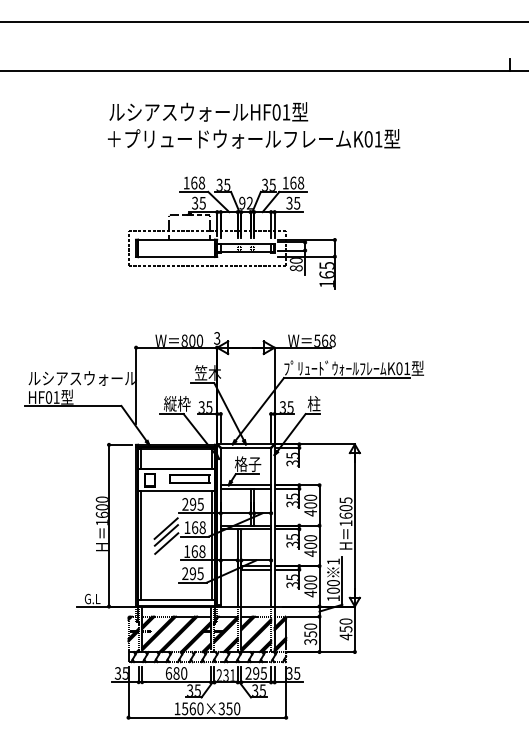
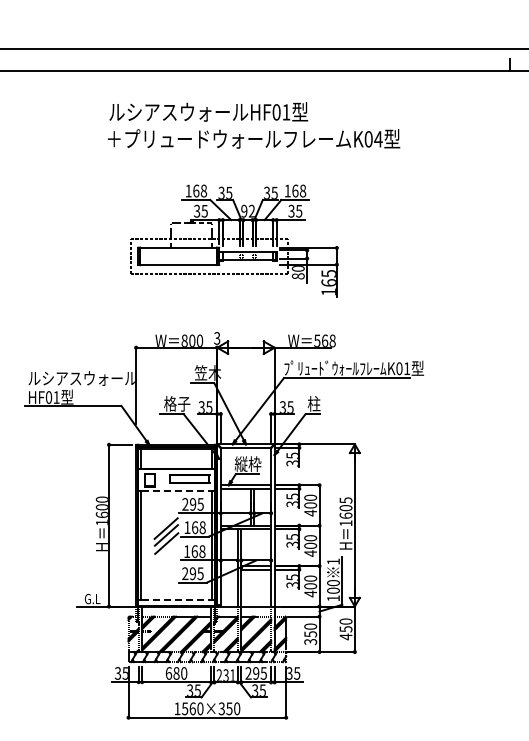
line at (263, 22) position: (263, 22) -> (263, 49)
text at (378, 139): K01 -> K04
part at (232, 232) position: (232, 232) -> (234, 240)
text at (177, 403): 縦枠 -> 格子
text at (247, 464): 格子 -> 縦枠
line at (176, 491): solid -> dashed
line at (176, 599): solid -> dashed
